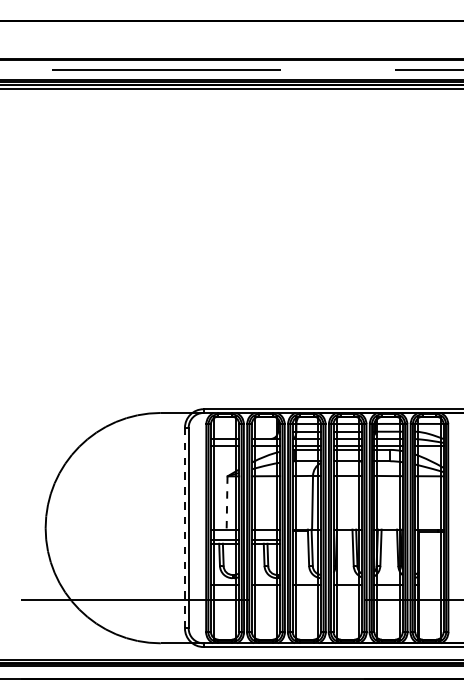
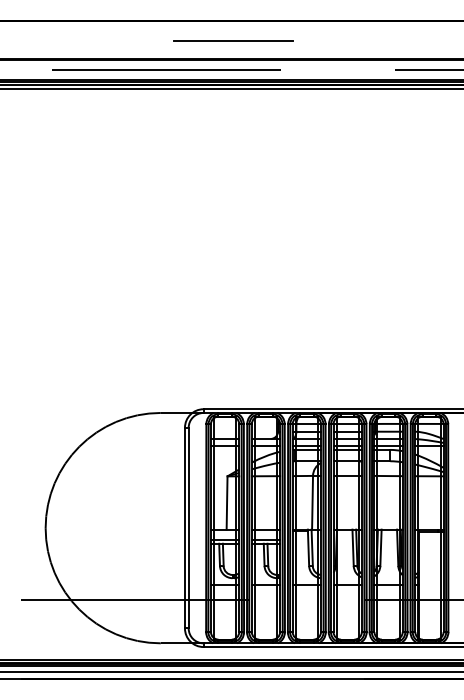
line at (233, 40): none -> present
line at (227, 503): dashed -> solid
line at (184, 527): dashed -> solid
line at (231, 671): none -> present
